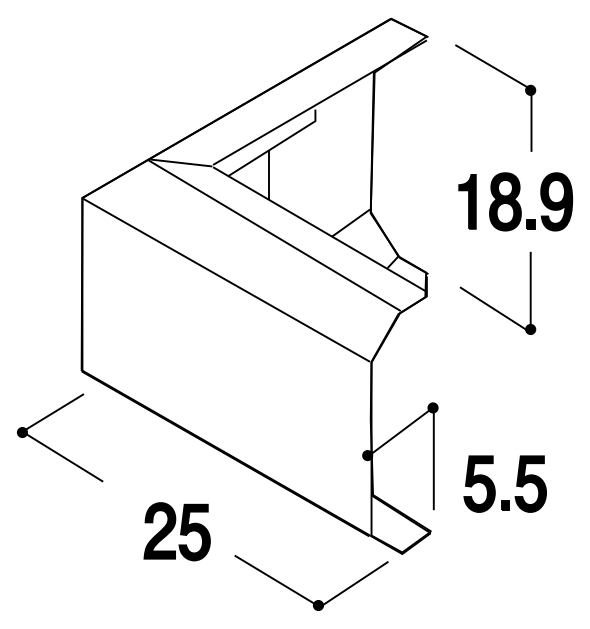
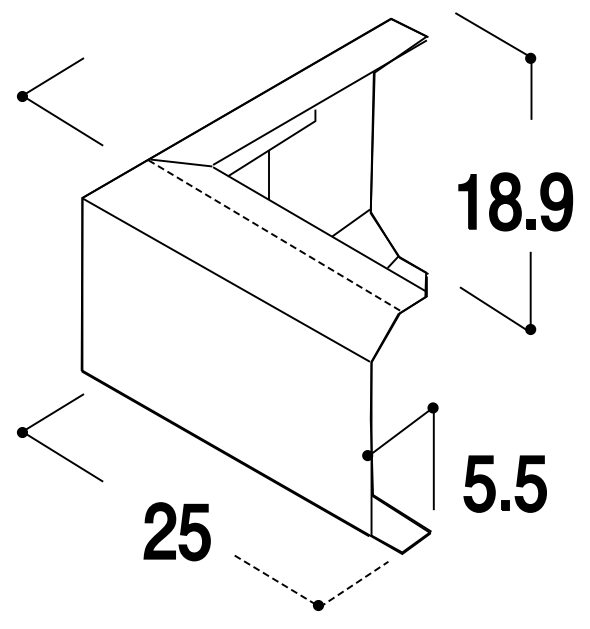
part at (506, 76) position: (506, 76) -> (506, 44)
part at (53, 113): none -> present
line at (274, 235): solid -> dashed
line at (313, 602): solid -> dashed
